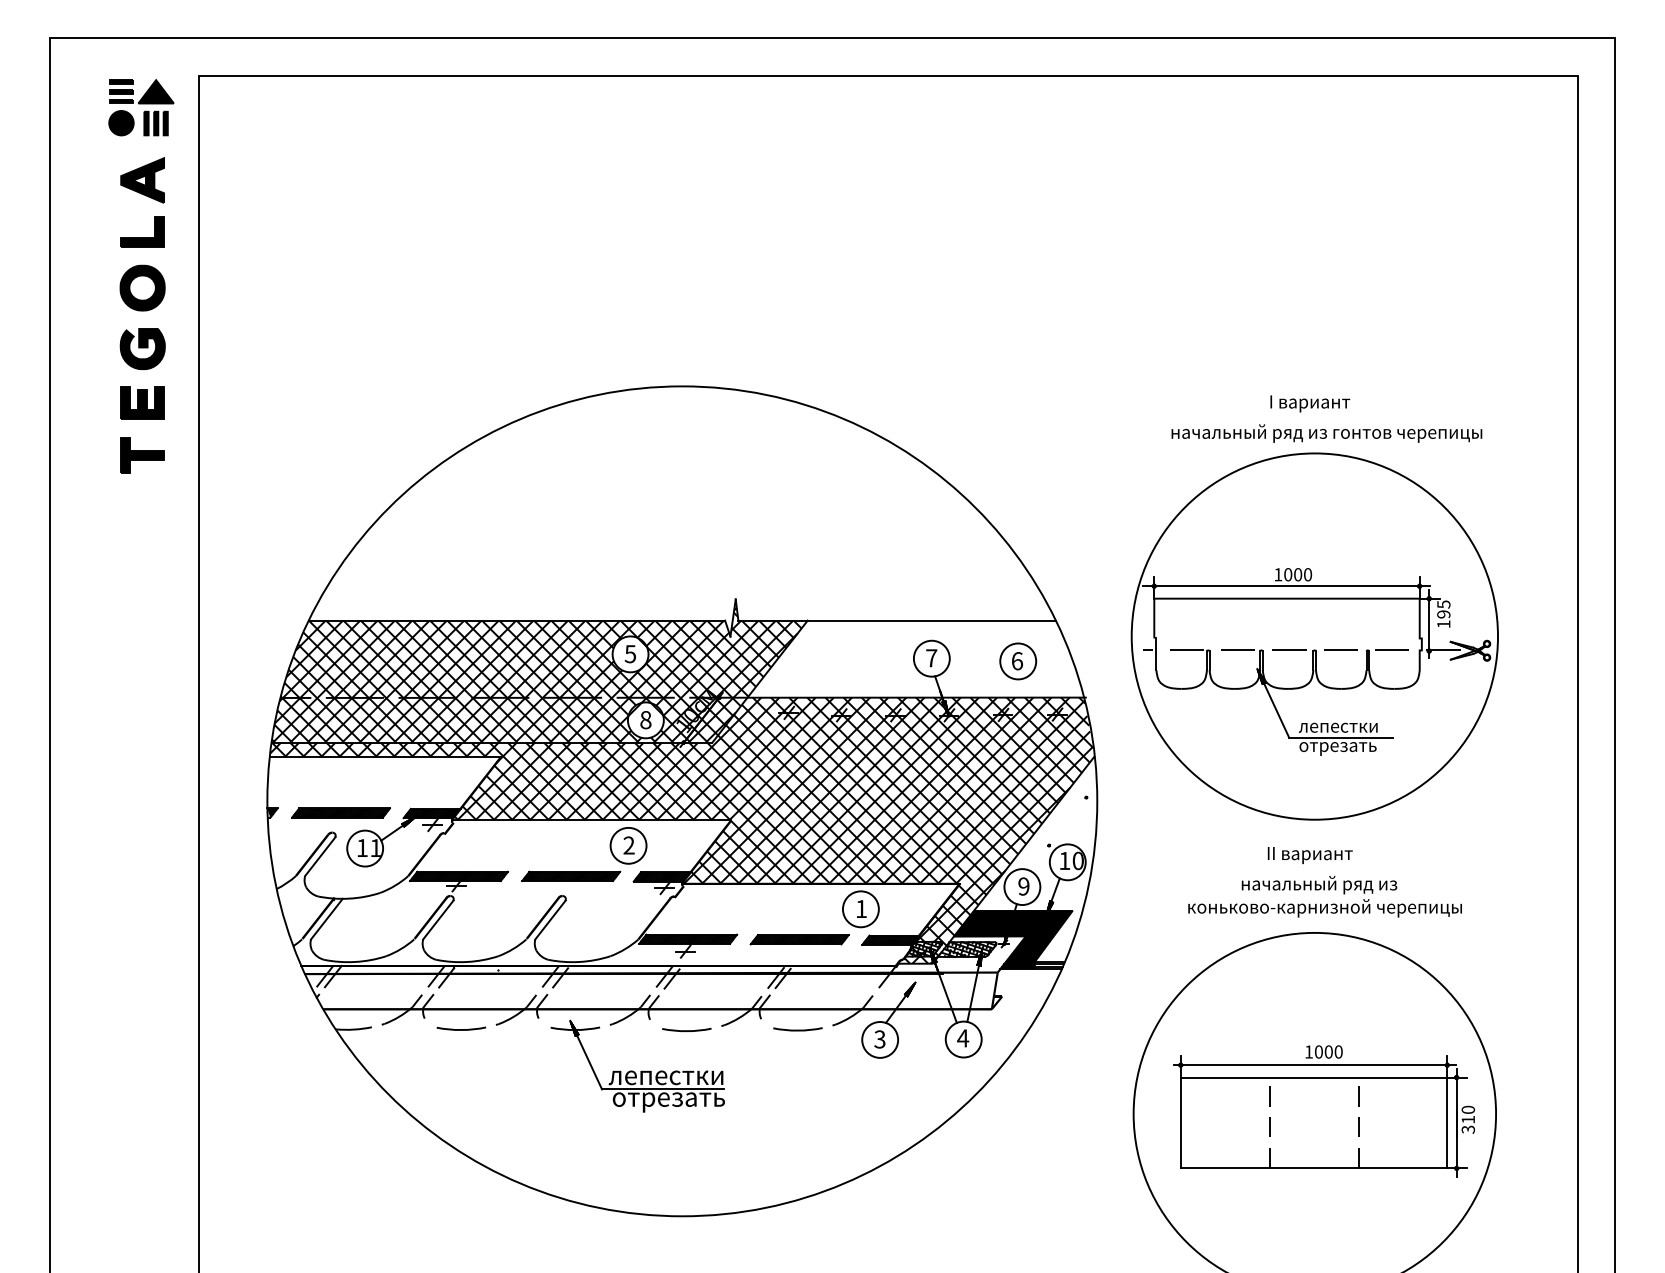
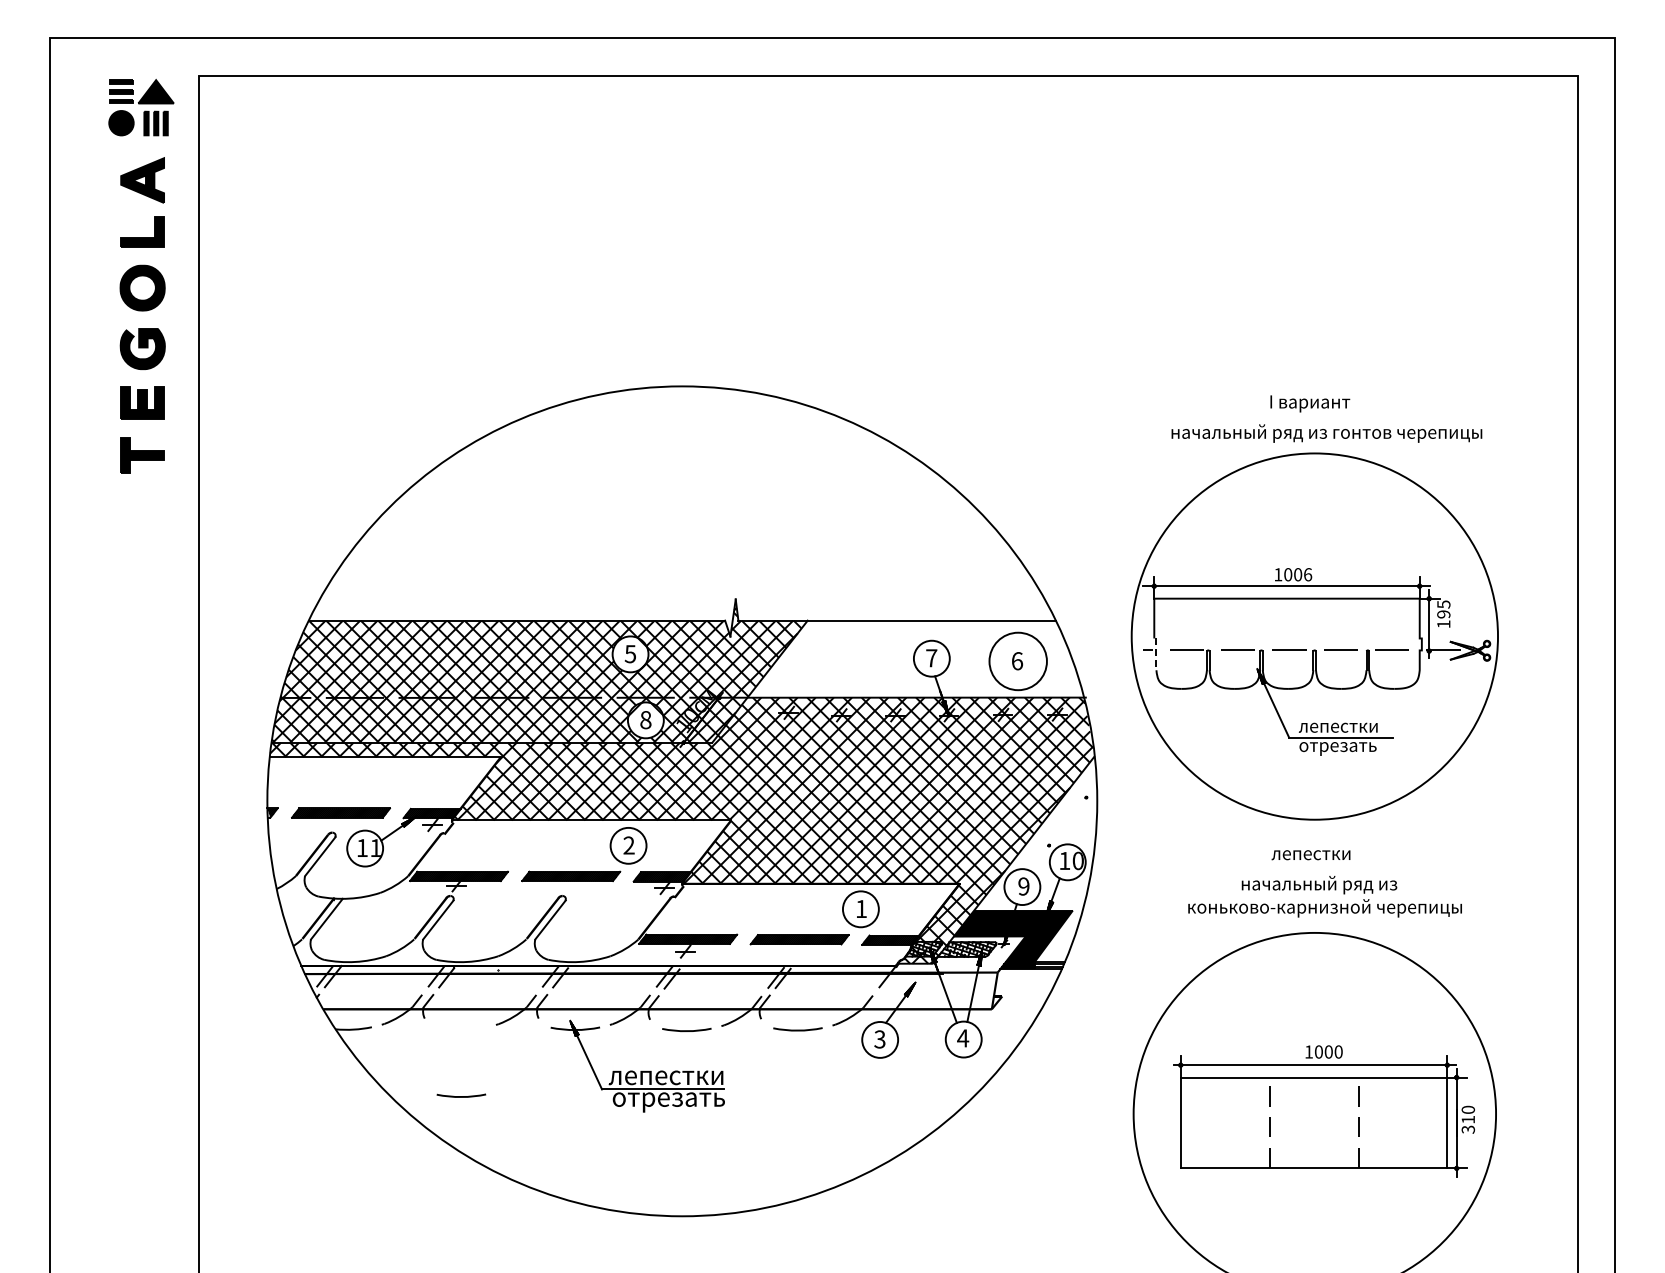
text at (1308, 574): 1000 -> 1006
line at (1156, 654): solid -> dashed
circle at (1018, 661) diameter: 36 px -> 57 px
text at (1309, 855): II вариант -> лепестки
arc at (461, 1029) position: (461, 1029) -> (461, 1096)
